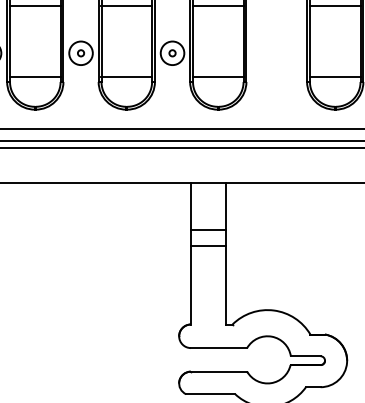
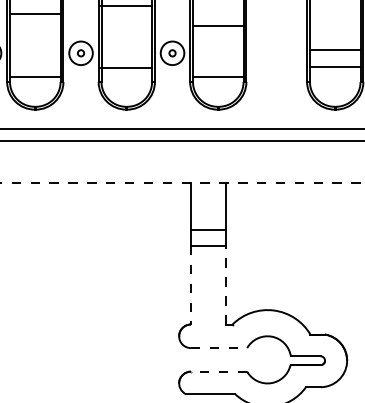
line at (35, 6) position: (35, 6) -> (35, 14)
line at (217, 6) position: (217, 6) -> (217, 26)
line at (334, 6) position: (334, 6) -> (334, 50)
line at (126, 76) position: (126, 76) -> (126, 67)
line at (334, 76) position: (334, 76) -> (334, 66)
line at (181, 147): present -> none
line at (183, 183): solid -> dashed
line at (226, 284): solid -> dashed
line at (190, 285): solid -> dashed
line at (219, 348): solid -> dashed
line at (218, 371): solid -> dashed
